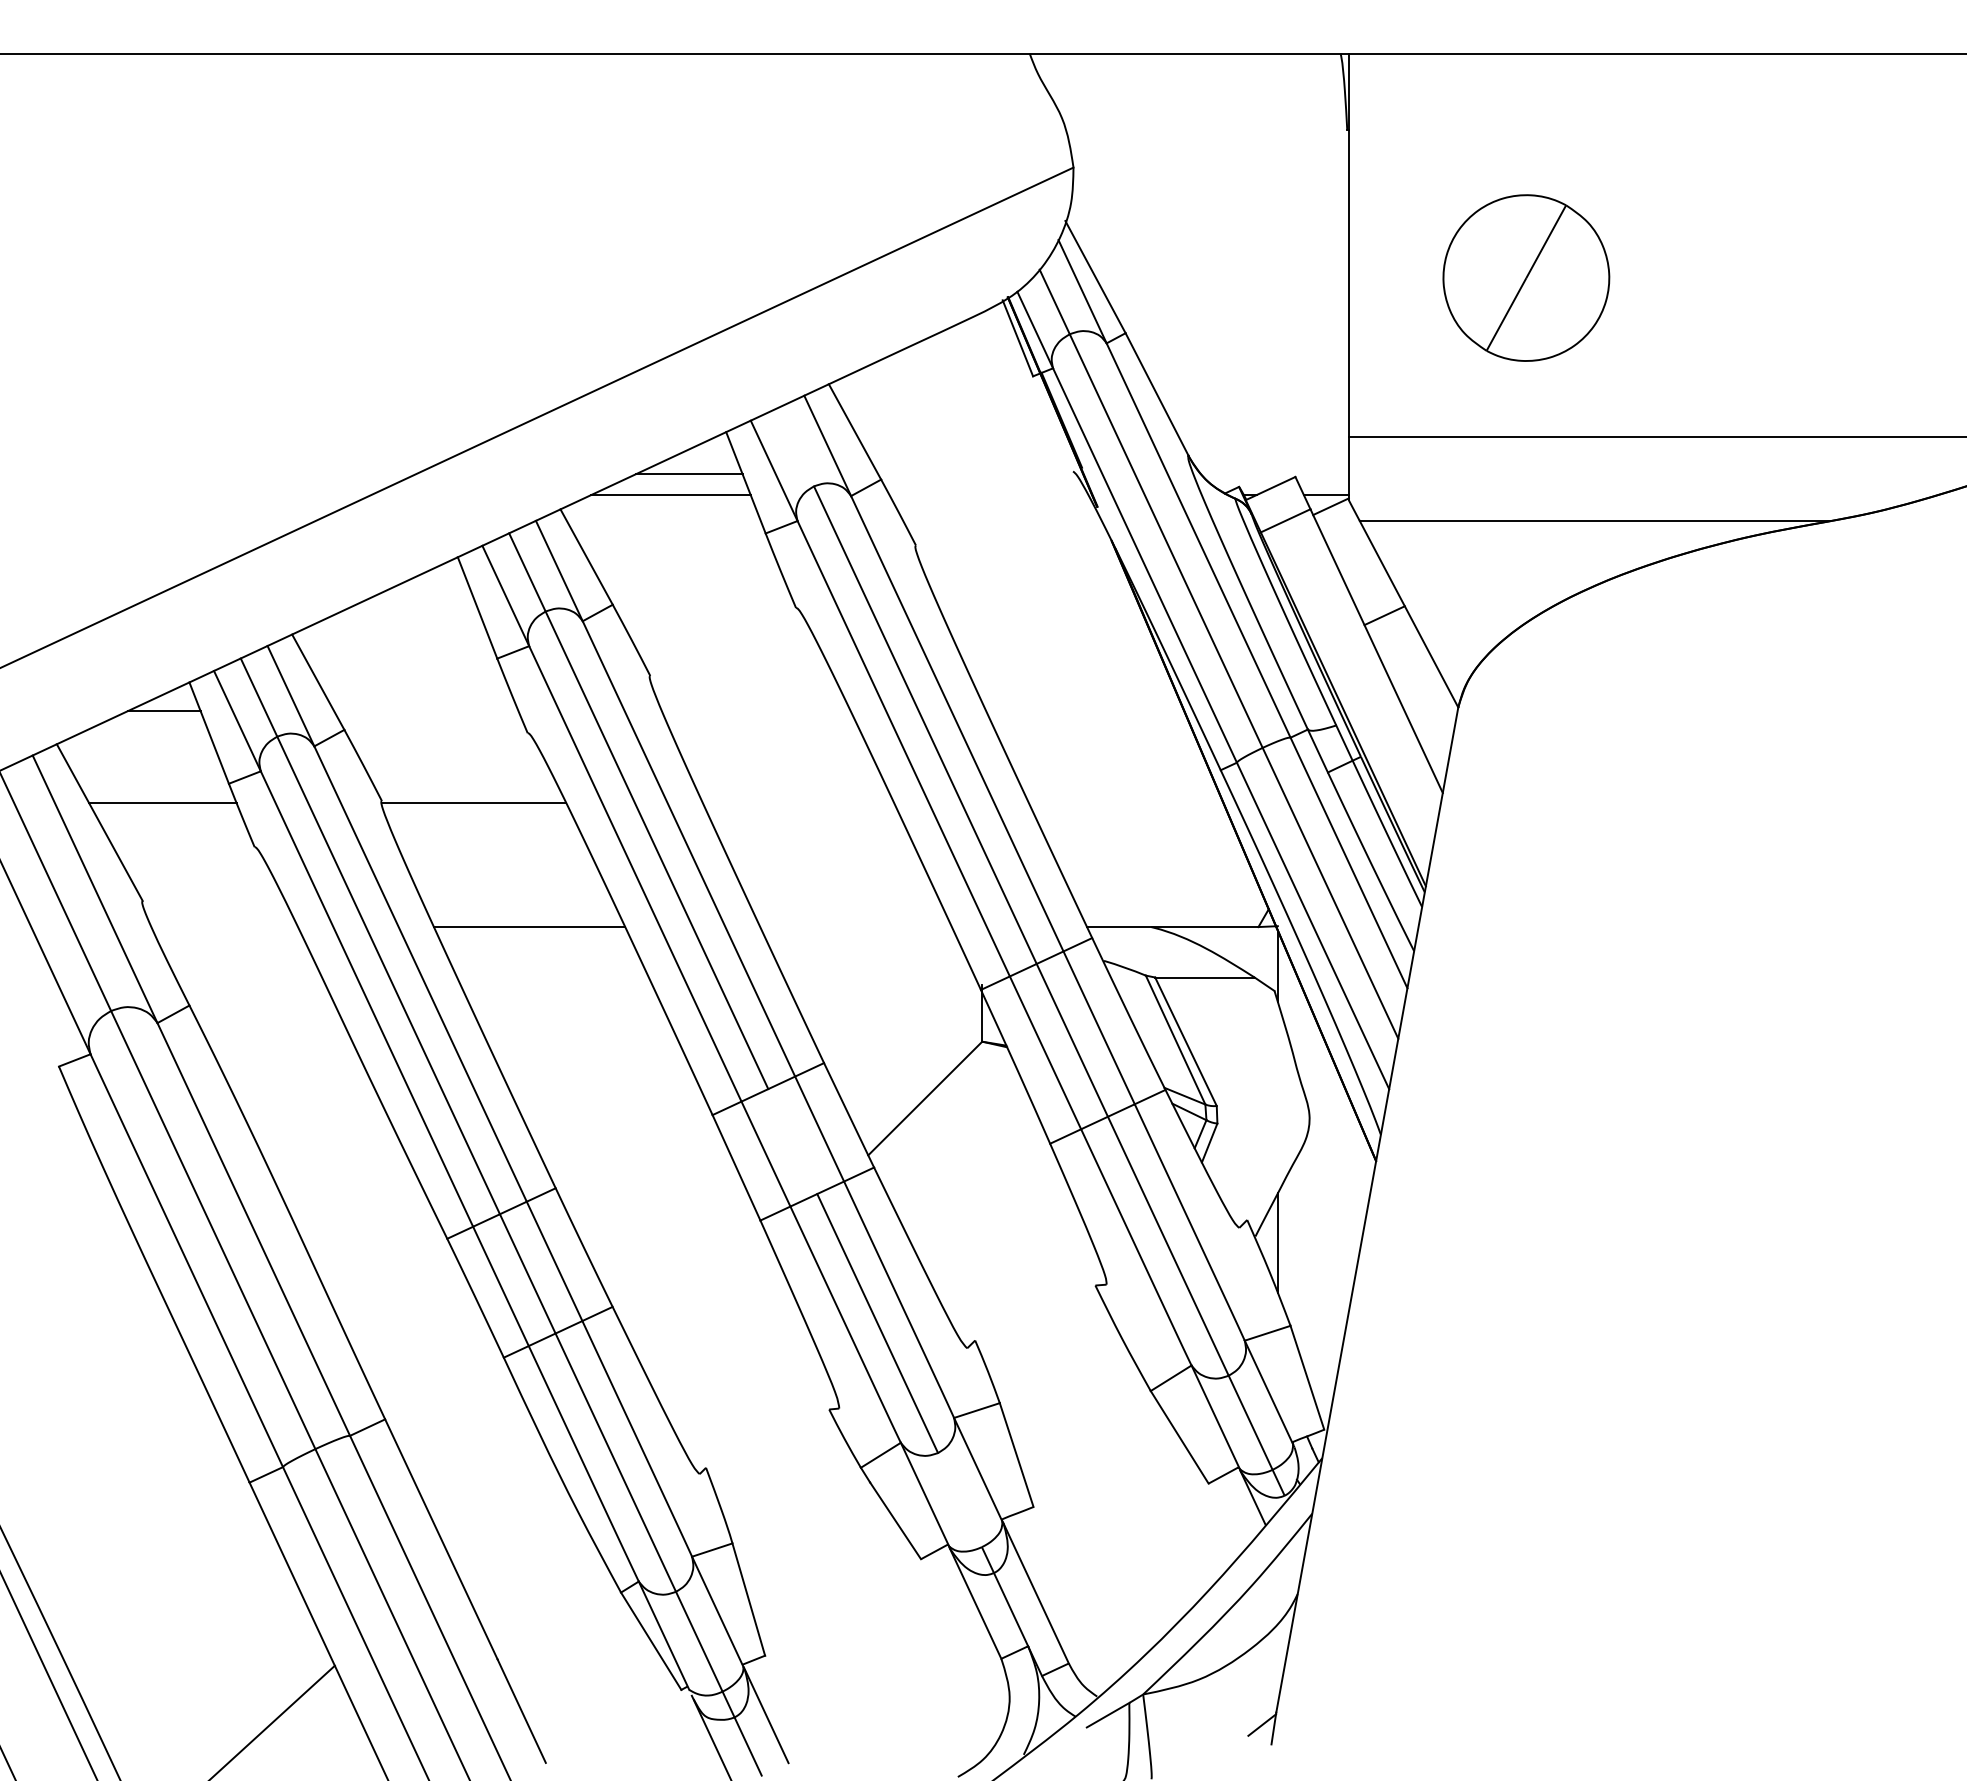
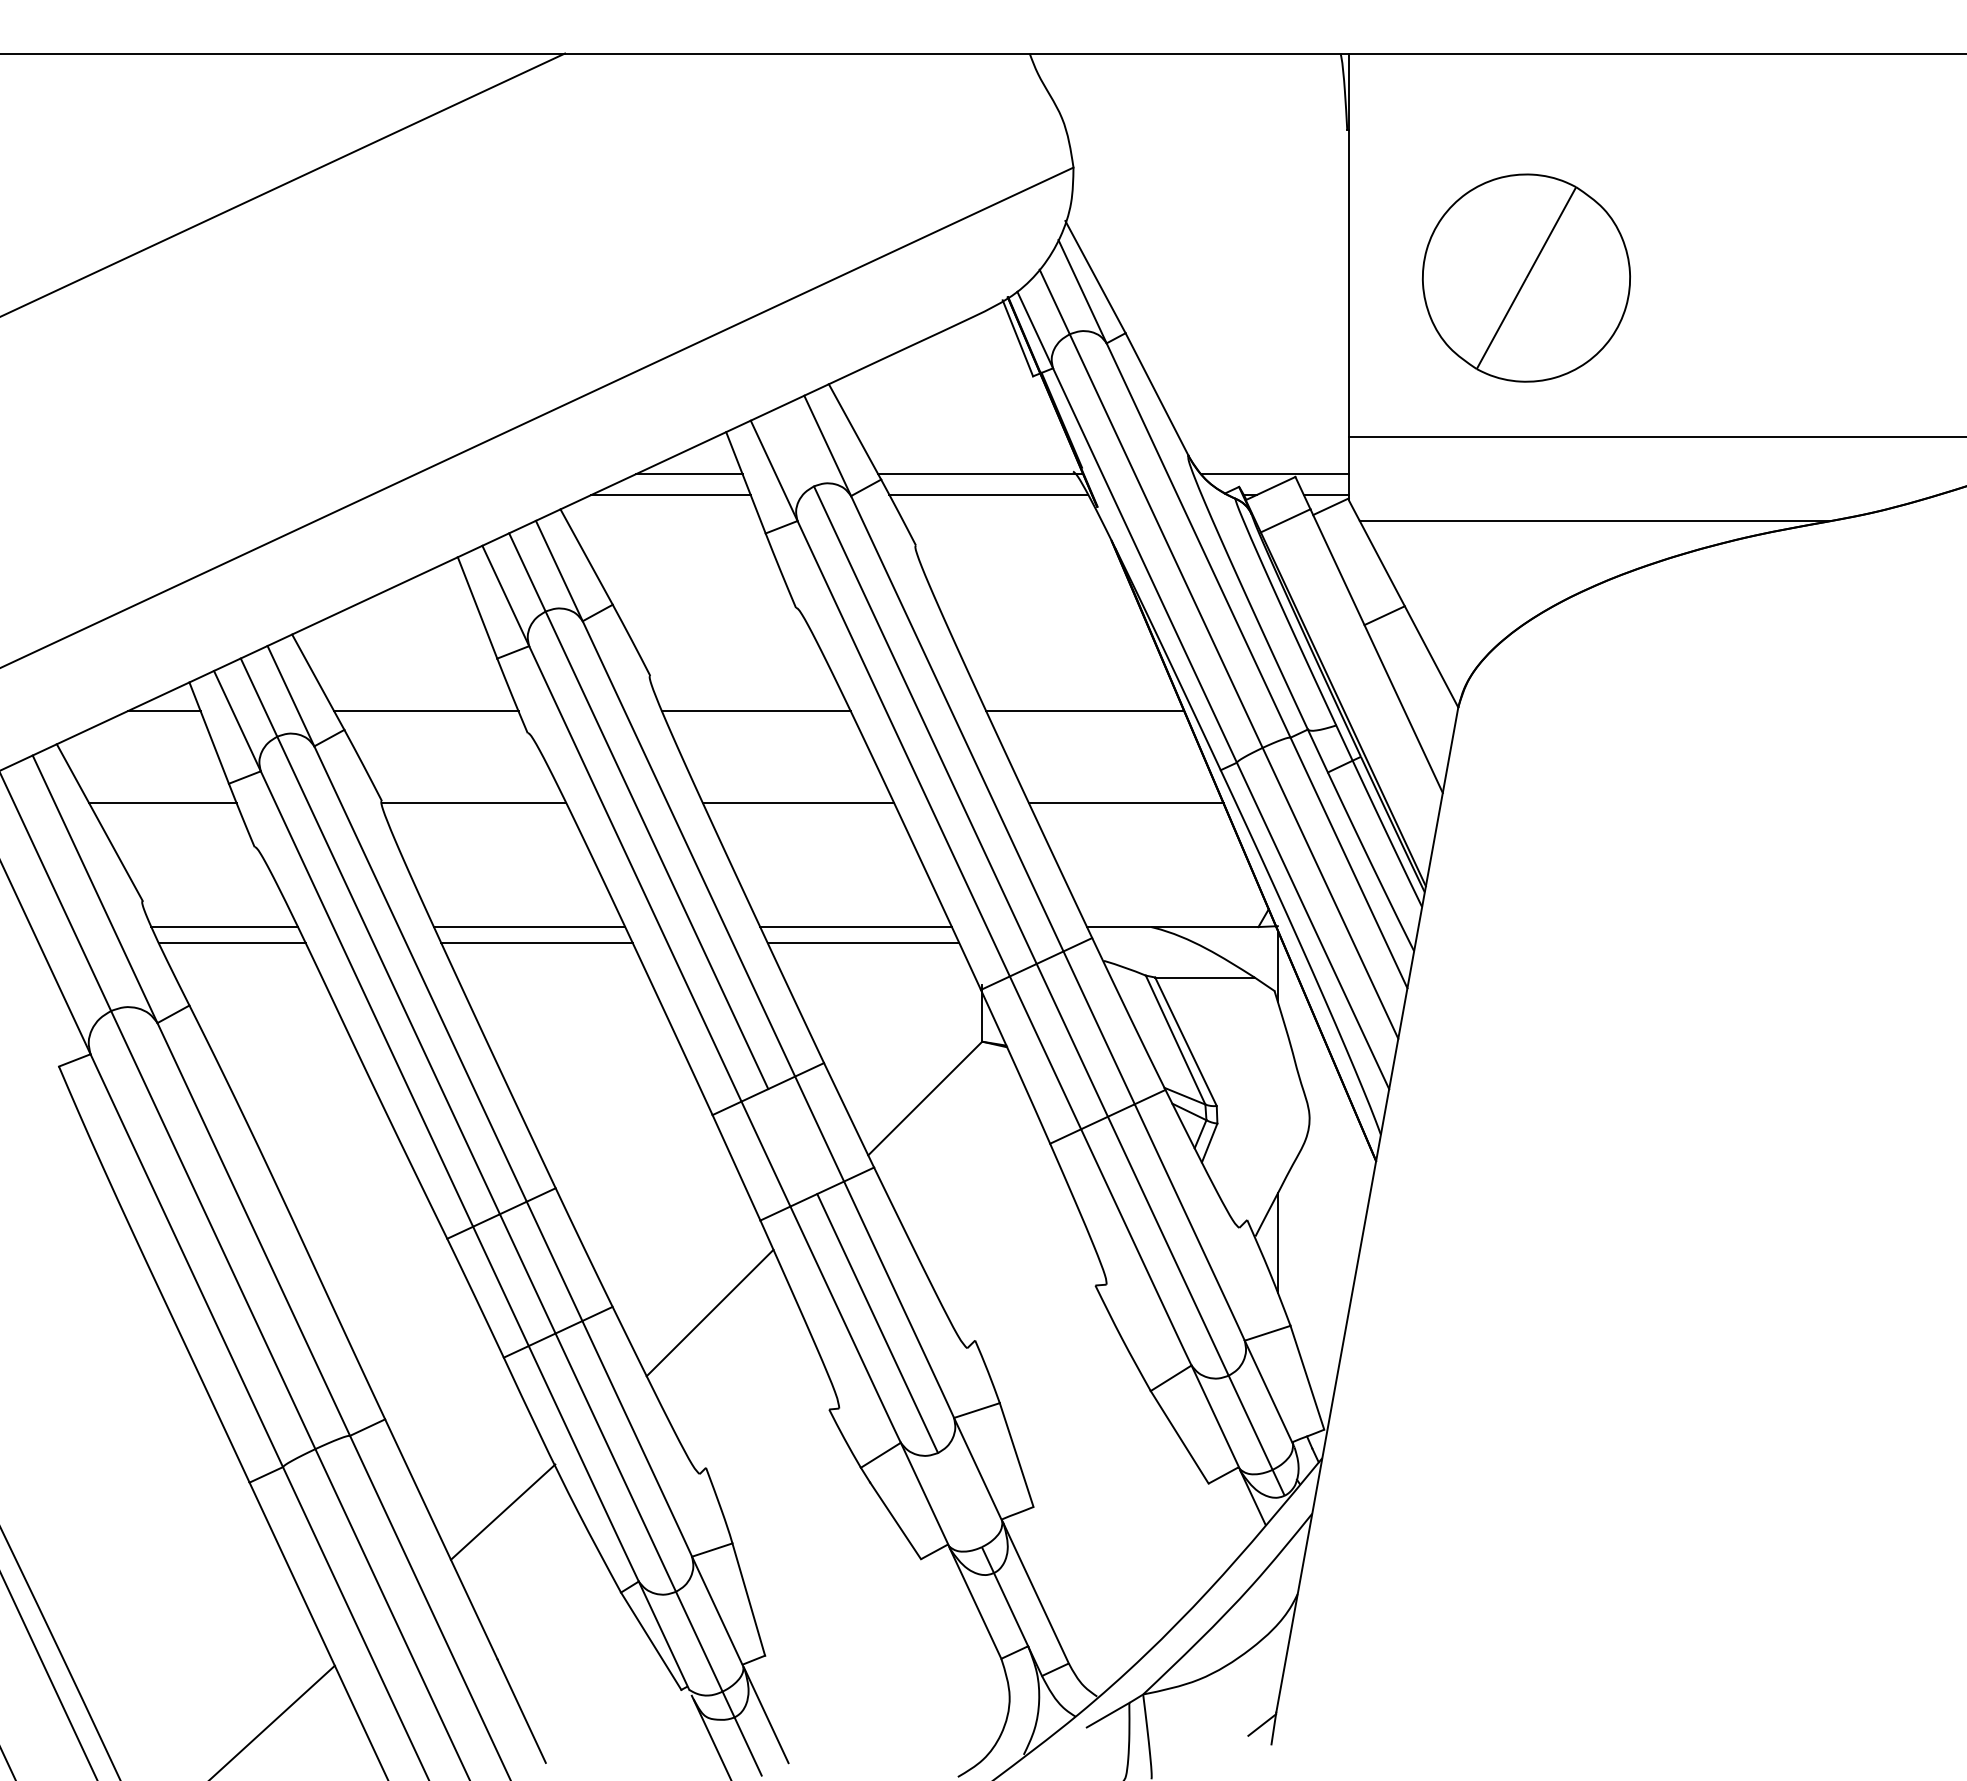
line at (283, 184): none -> present
part at (1526, 277) size: 169x168 px -> 210x210 px
line at (980, 474): none -> present
line at (1274, 474): none -> present
line at (988, 495): none -> present
line at (426, 711): none -> present
line at (756, 711): none -> present
line at (1085, 711): none -> present
line at (798, 803): none -> present
line at (1126, 803): none -> present
line at (224, 927): none -> present
line at (855, 927): none -> present
line at (231, 943): none -> present
line at (536, 943): none -> present
line at (863, 943): none -> present
line at (709, 1312): none -> present
line at (502, 1511): none -> present
